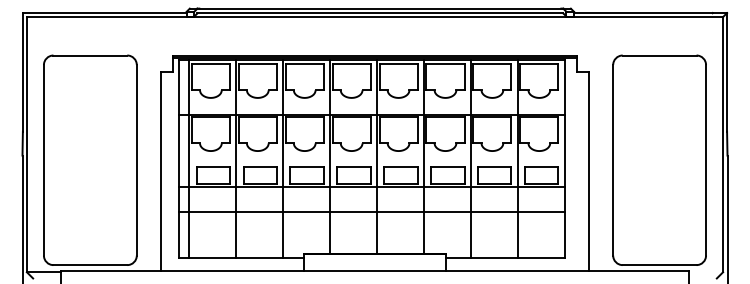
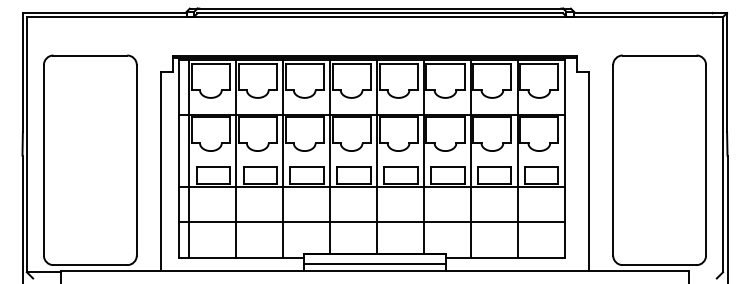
line at (371, 212) position: (371, 212) -> (371, 222)
line at (374, 263): none -> present
